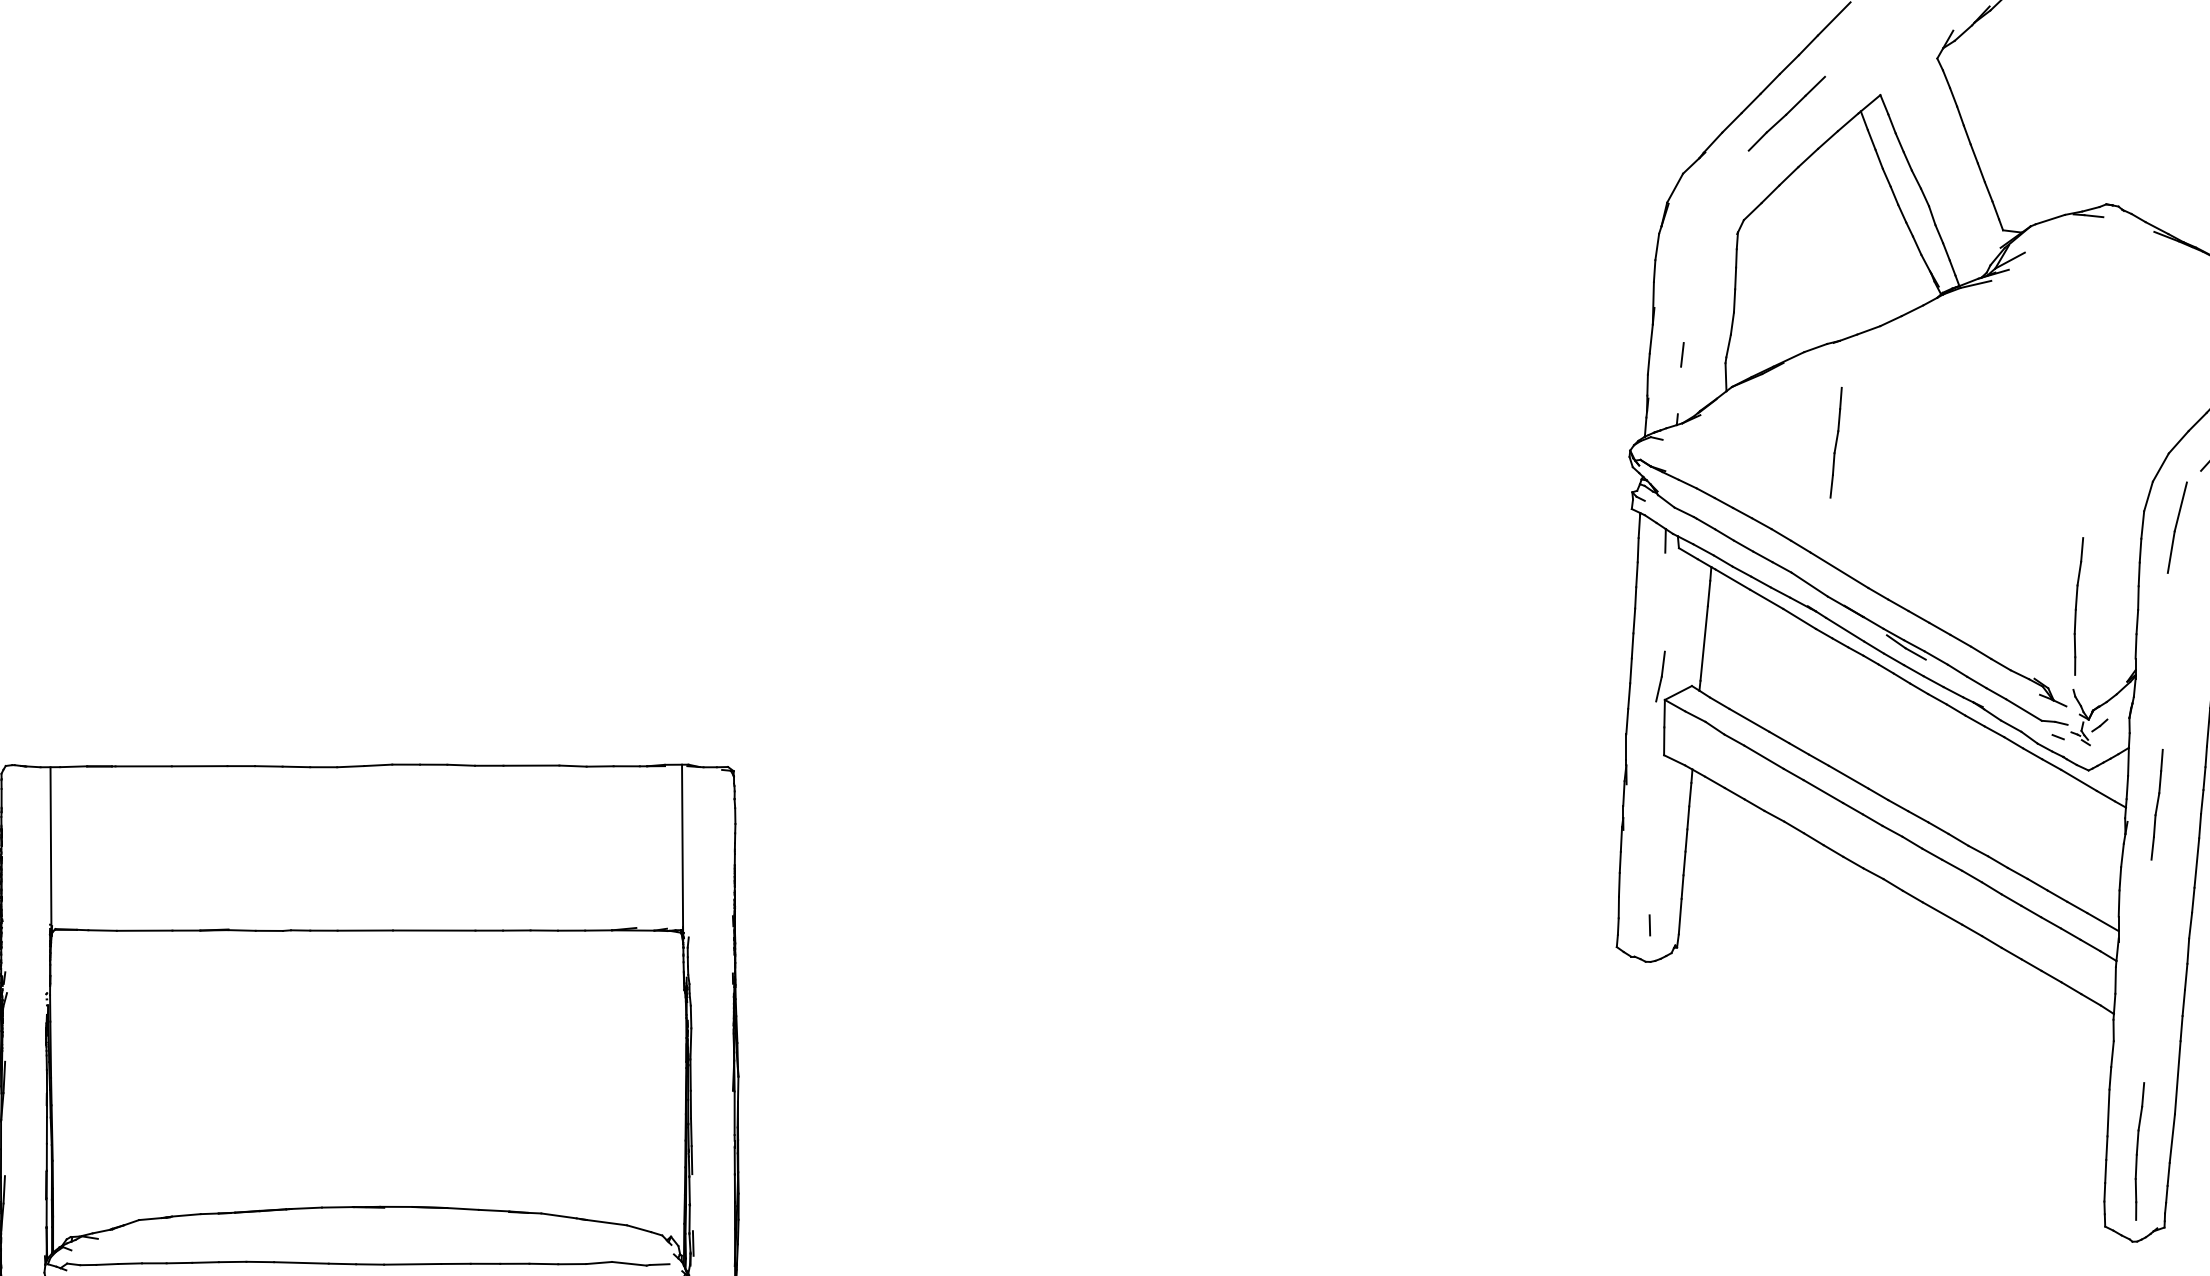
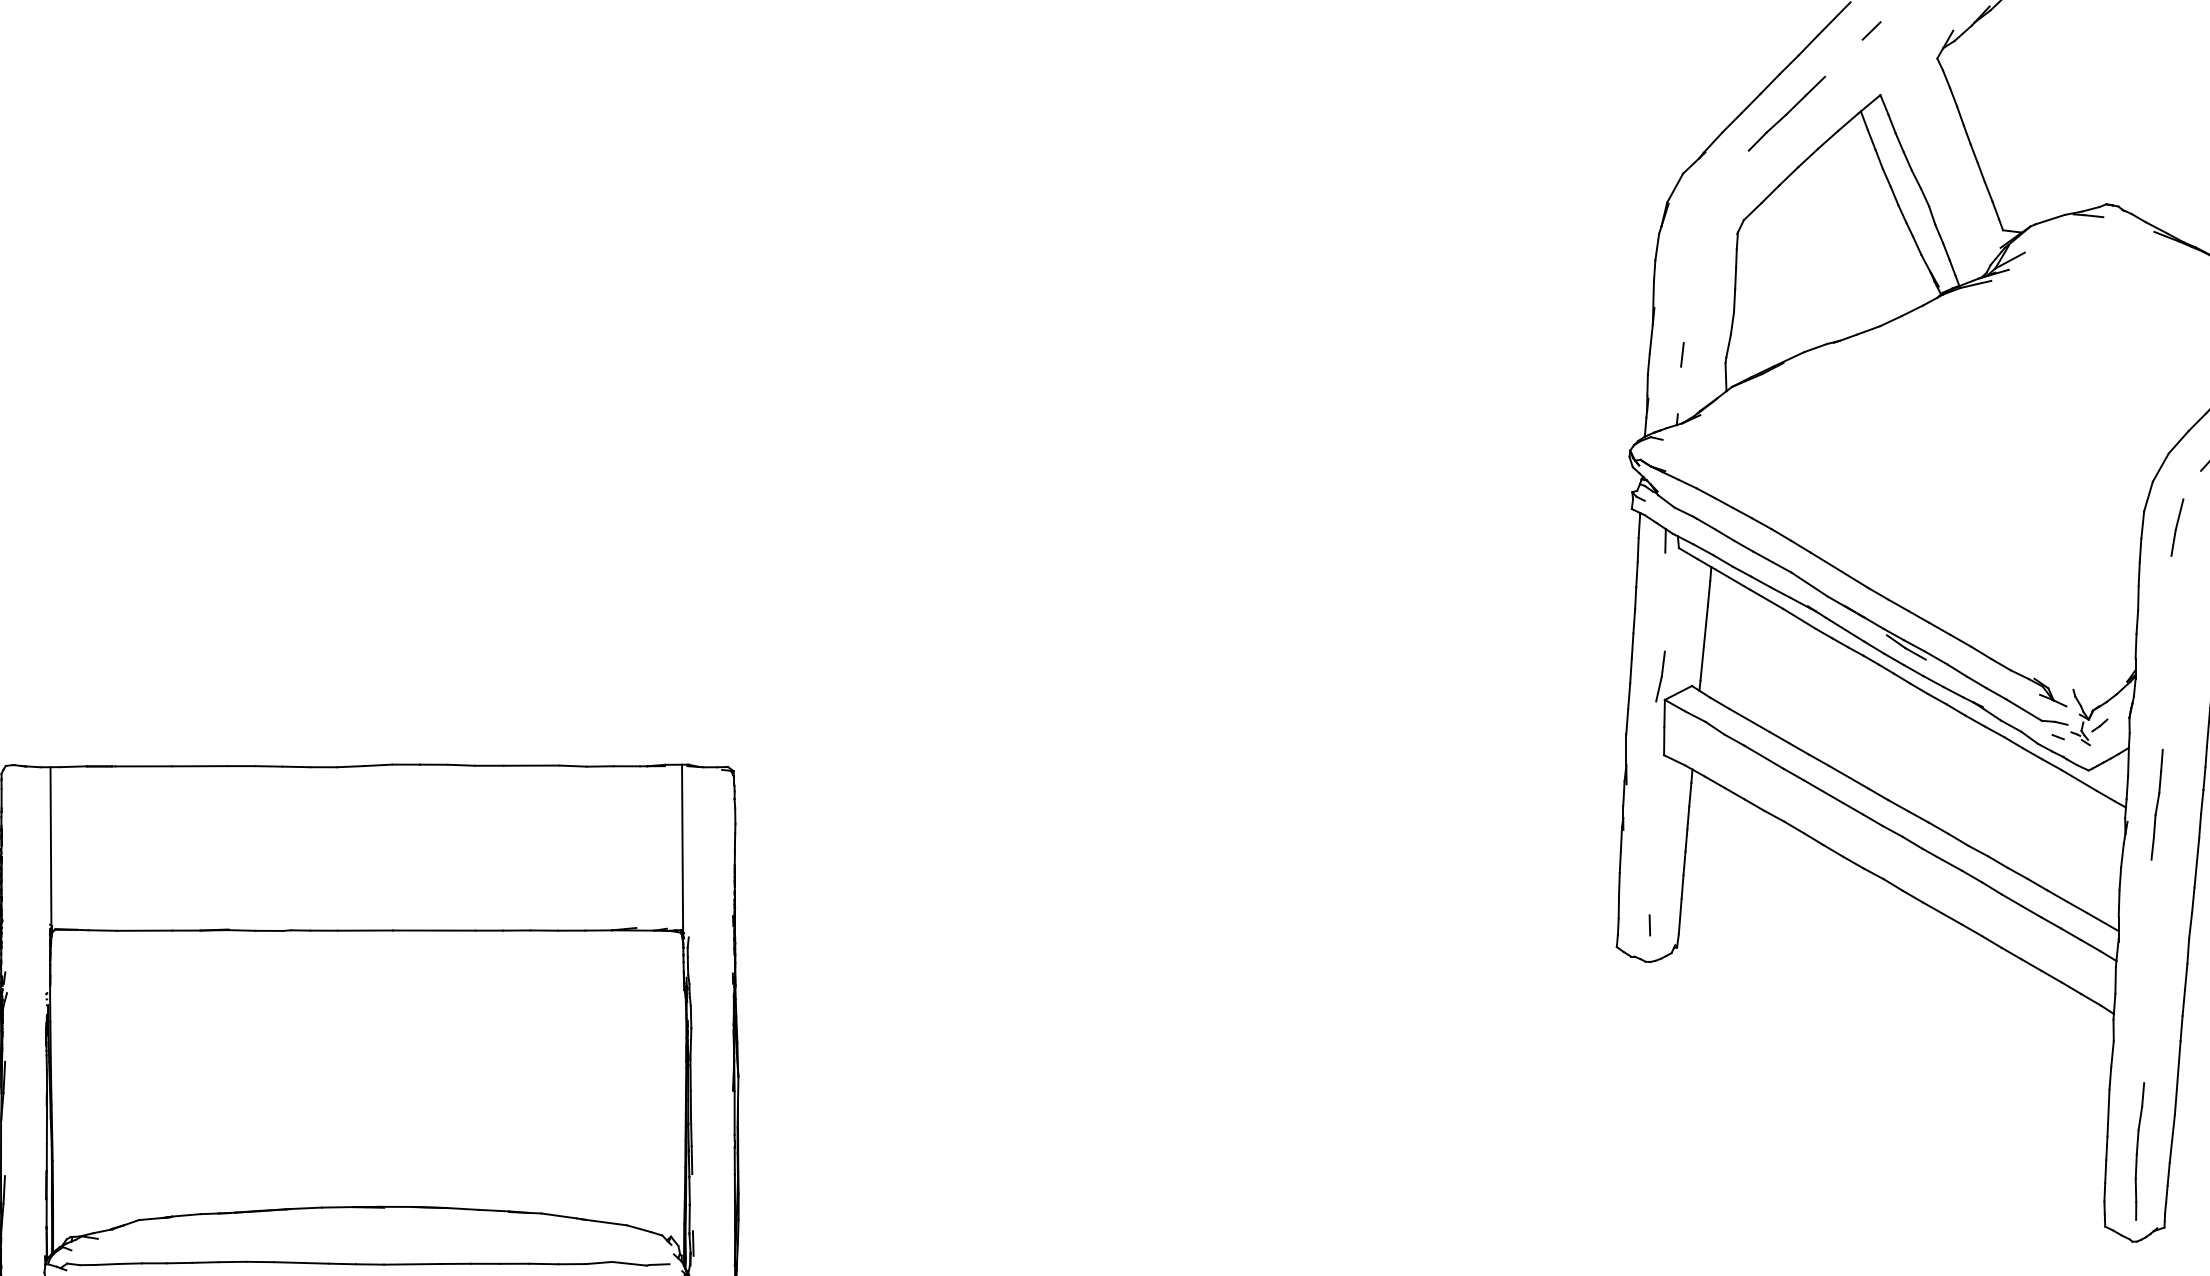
line at (1871, 30): none -> present
part at (1835, 442): present -> none
part at (2176, 527) size: 22x93 px -> 15x59 px
part at (2078, 606): present -> none
